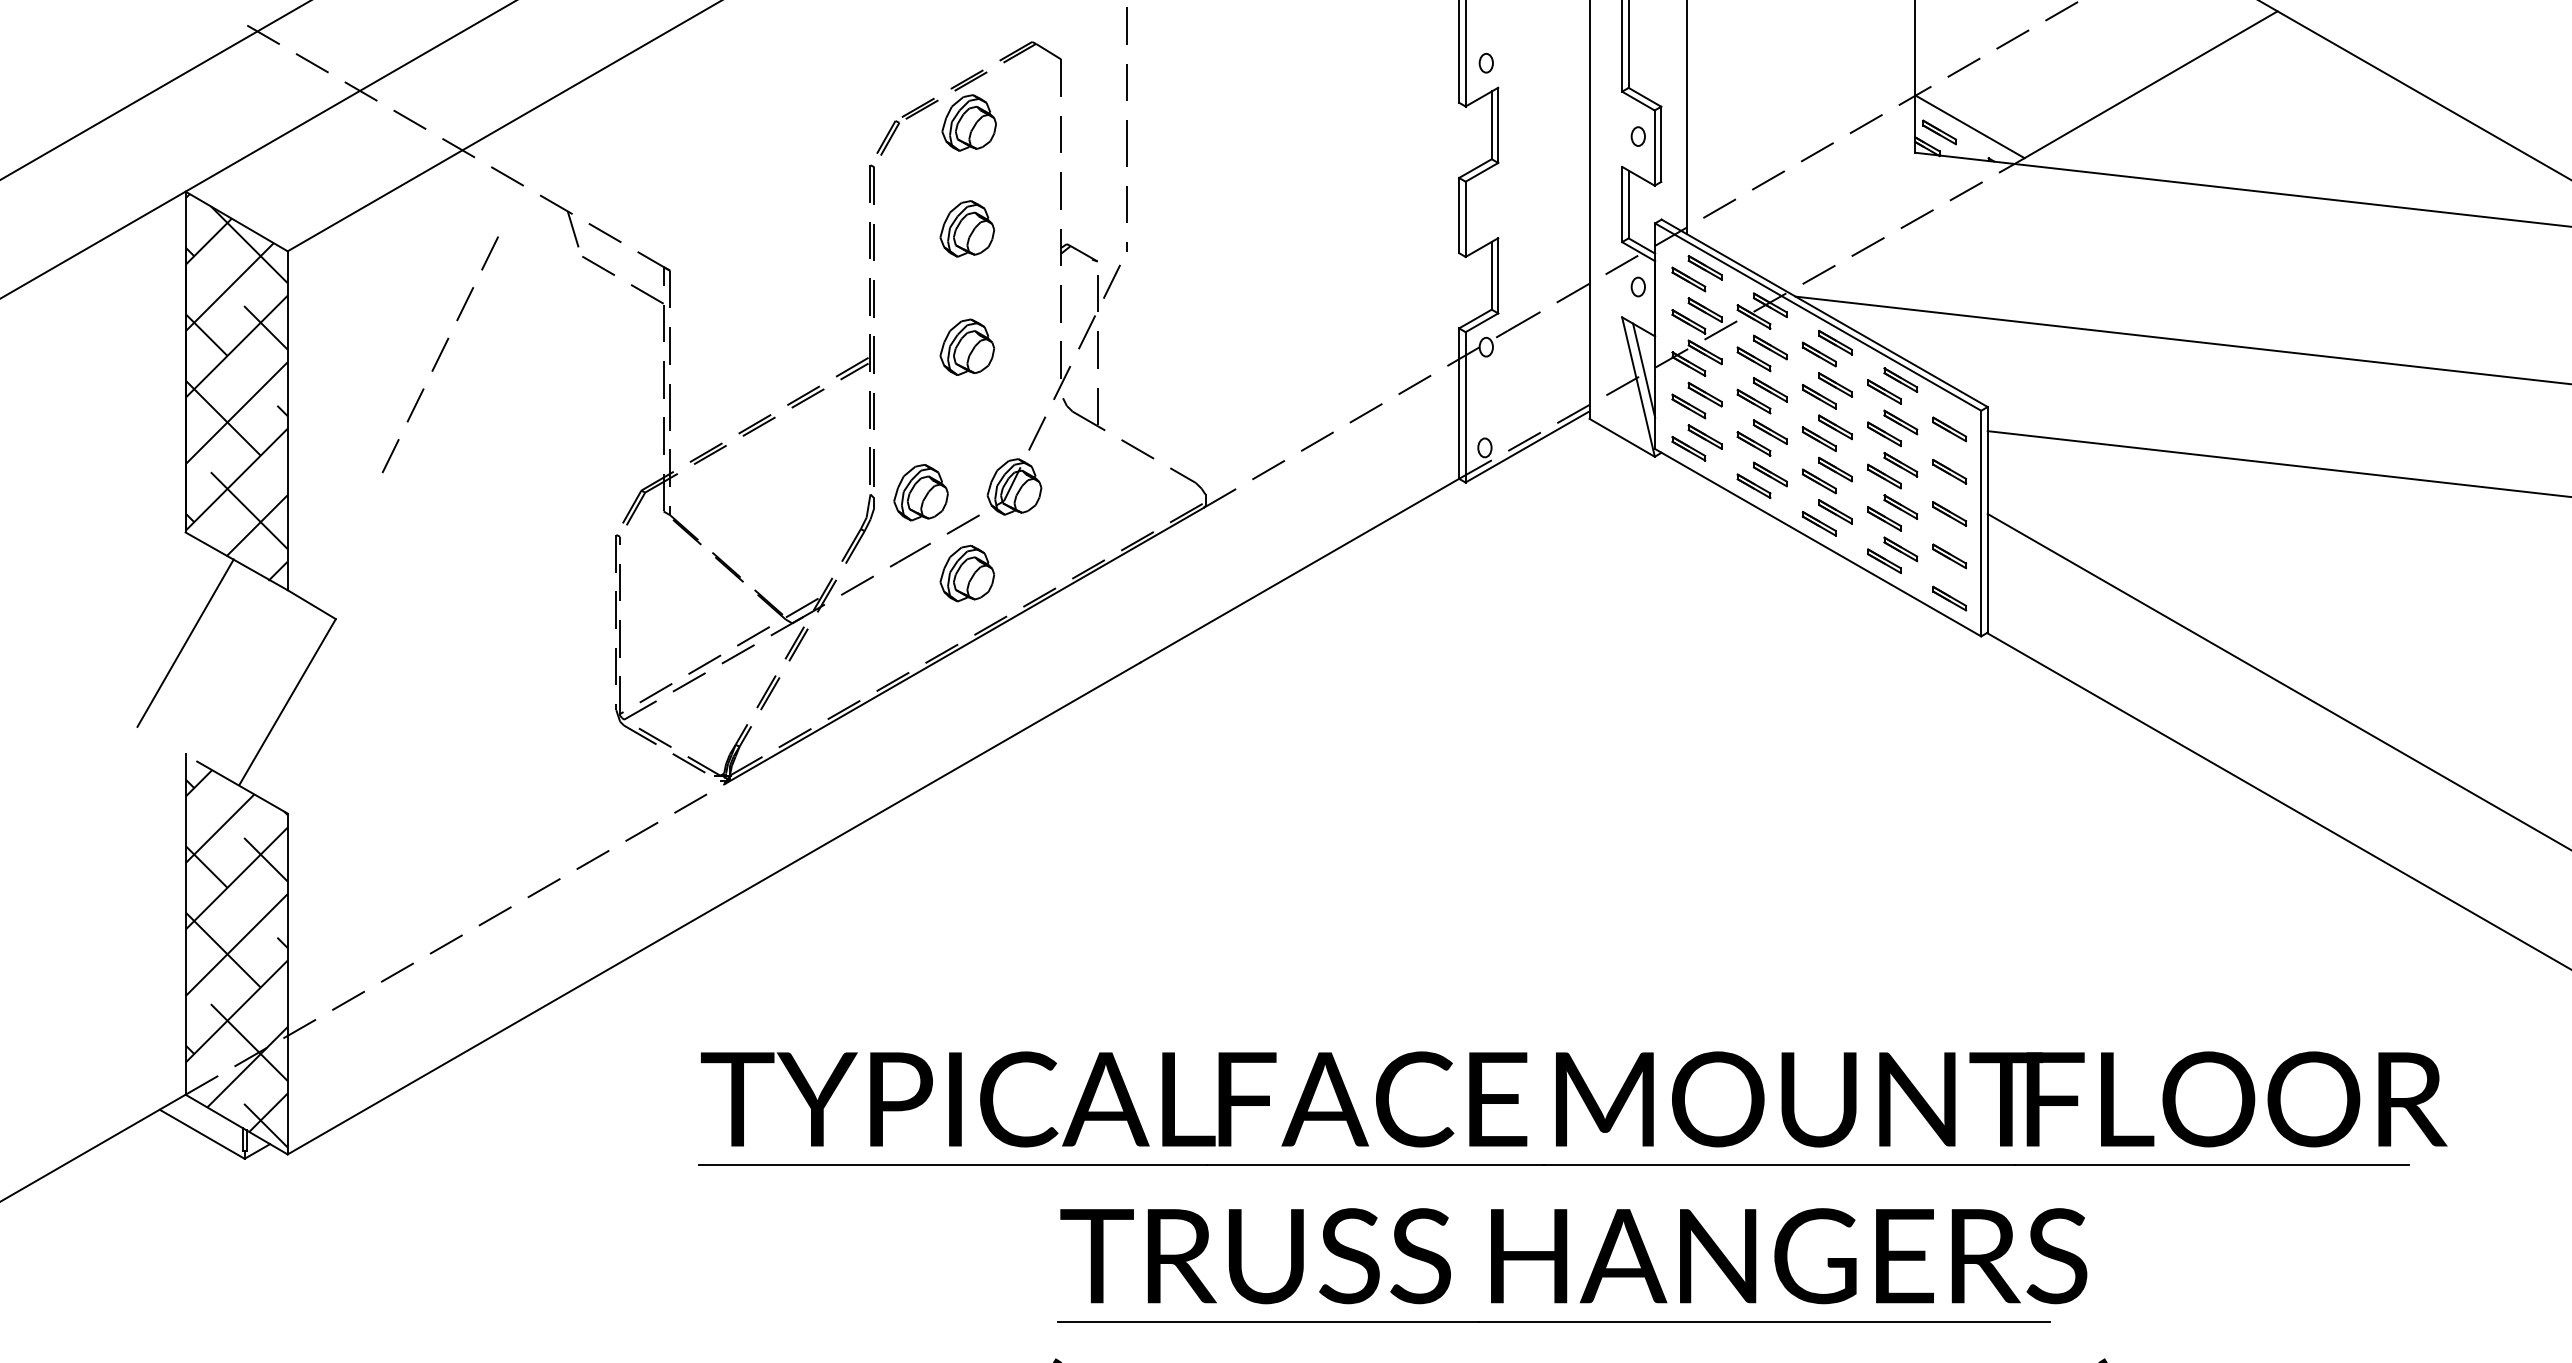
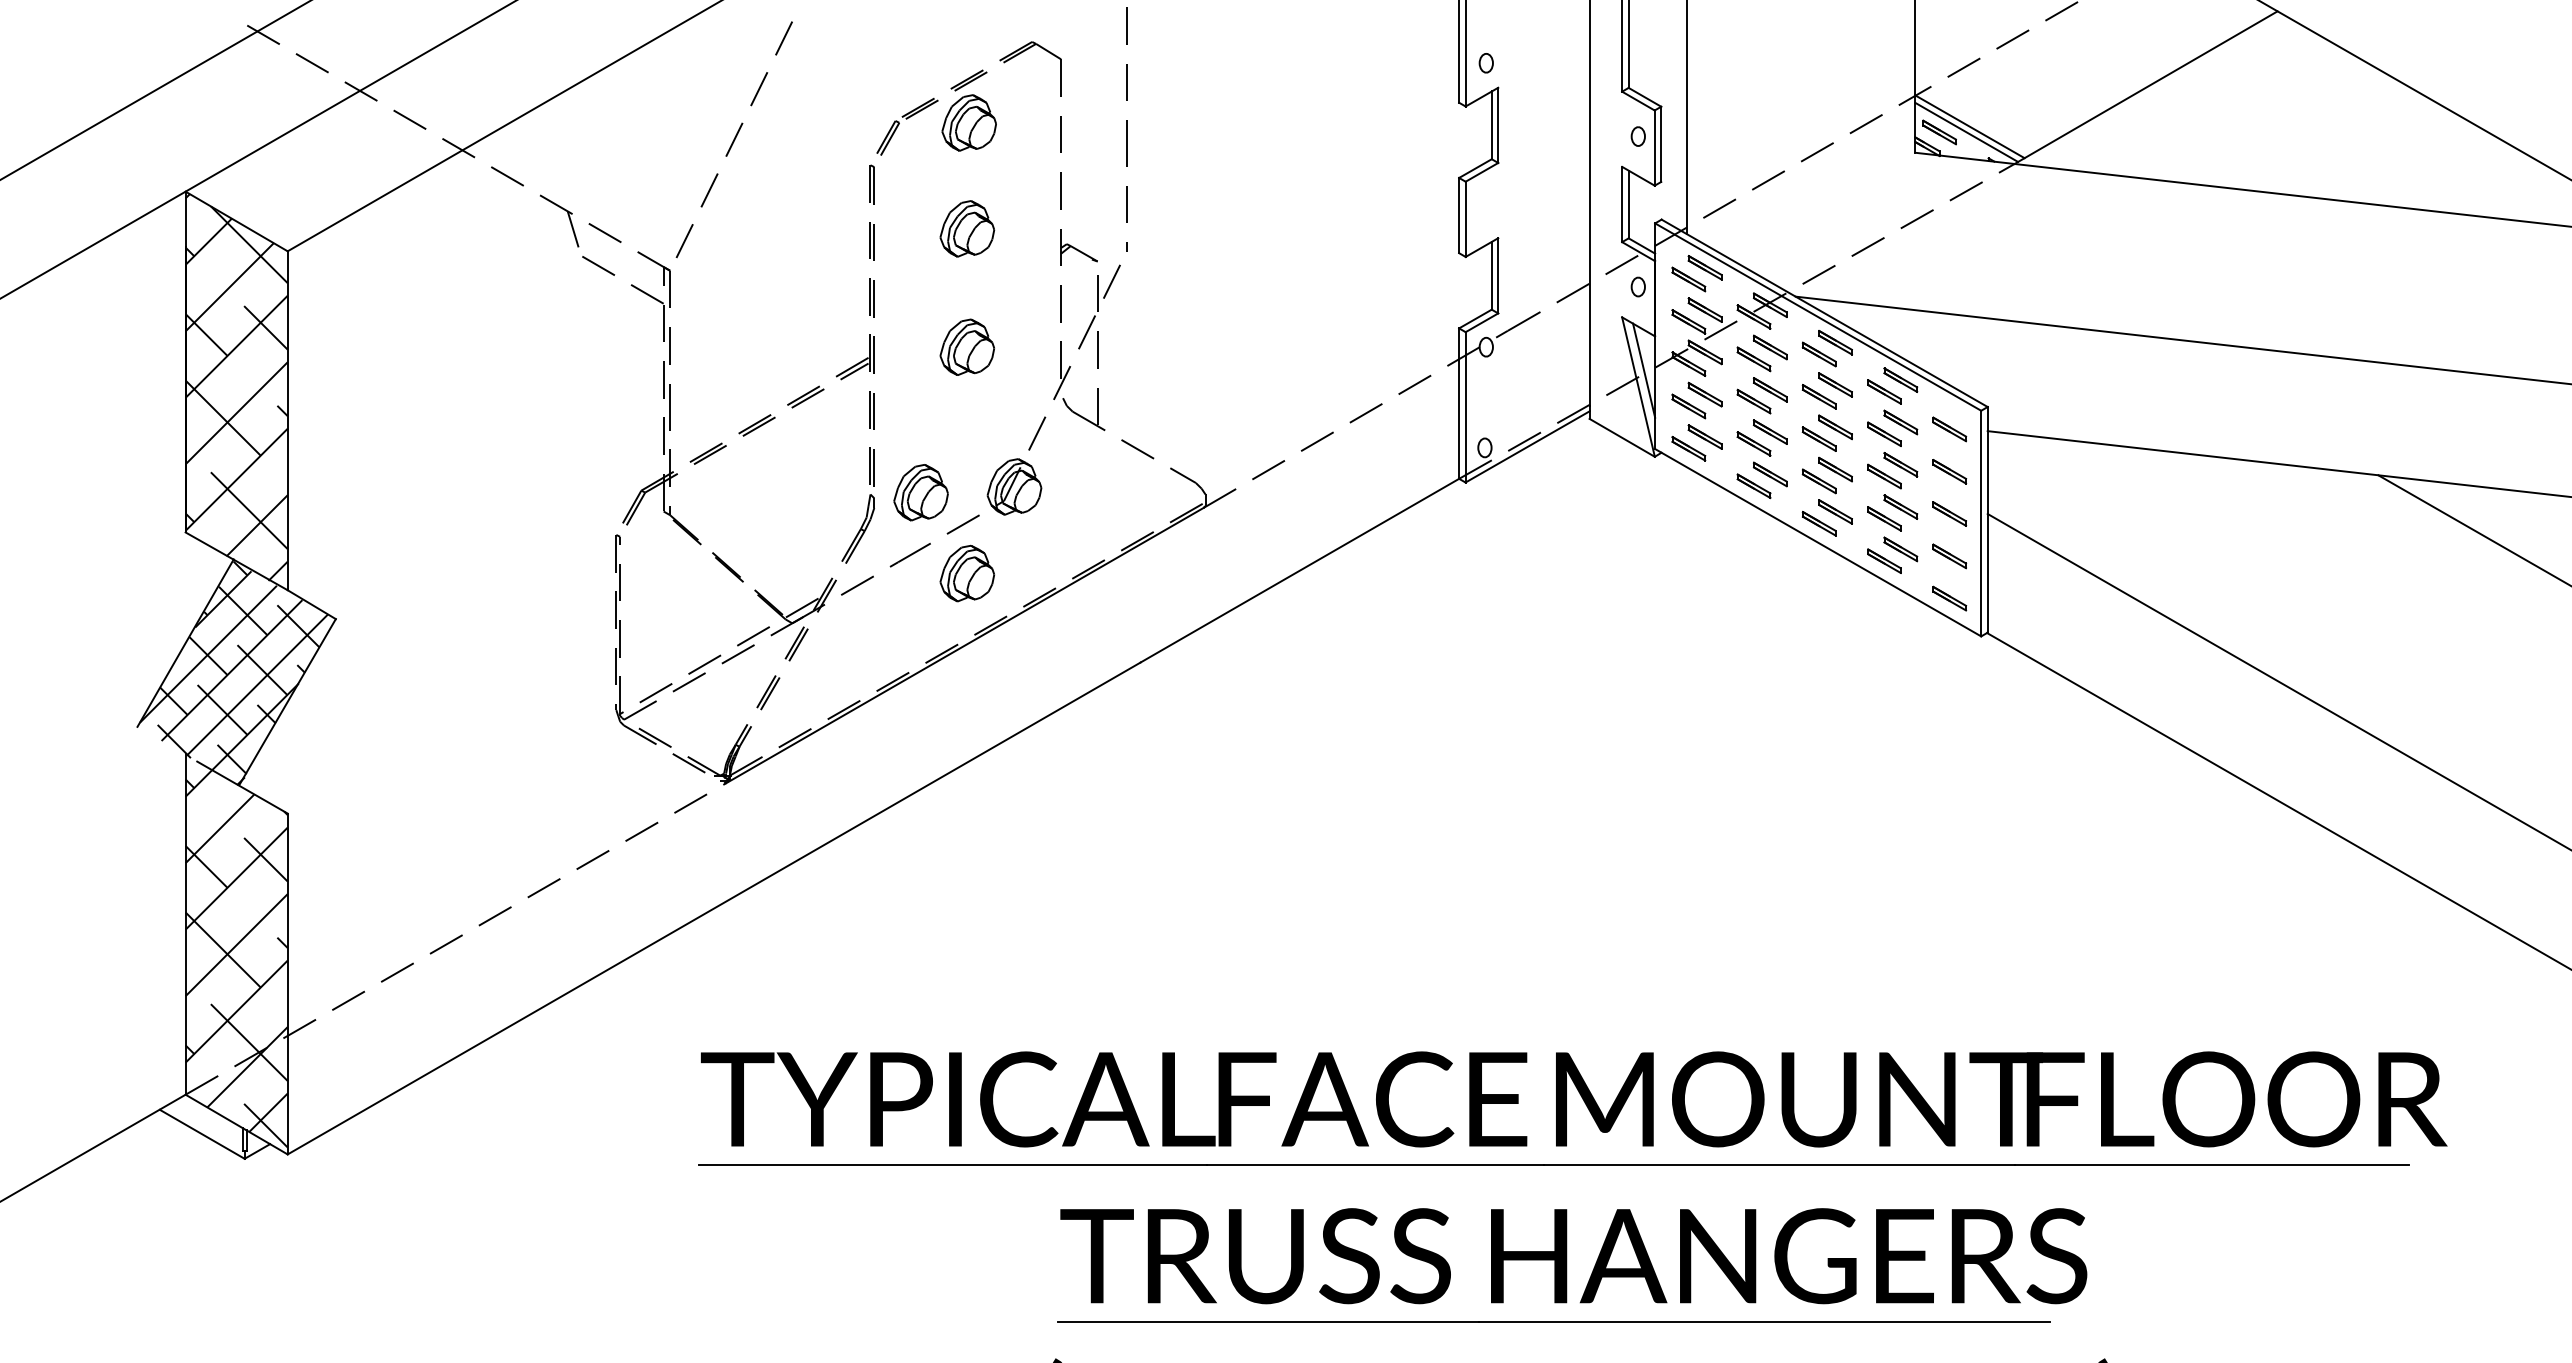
line at (1966, 131): none -> present
line at (439, 354) position: (439, 354) -> (733, 139)
line at (2473, 529): none -> present
hatch at (233, 673): none -> present
